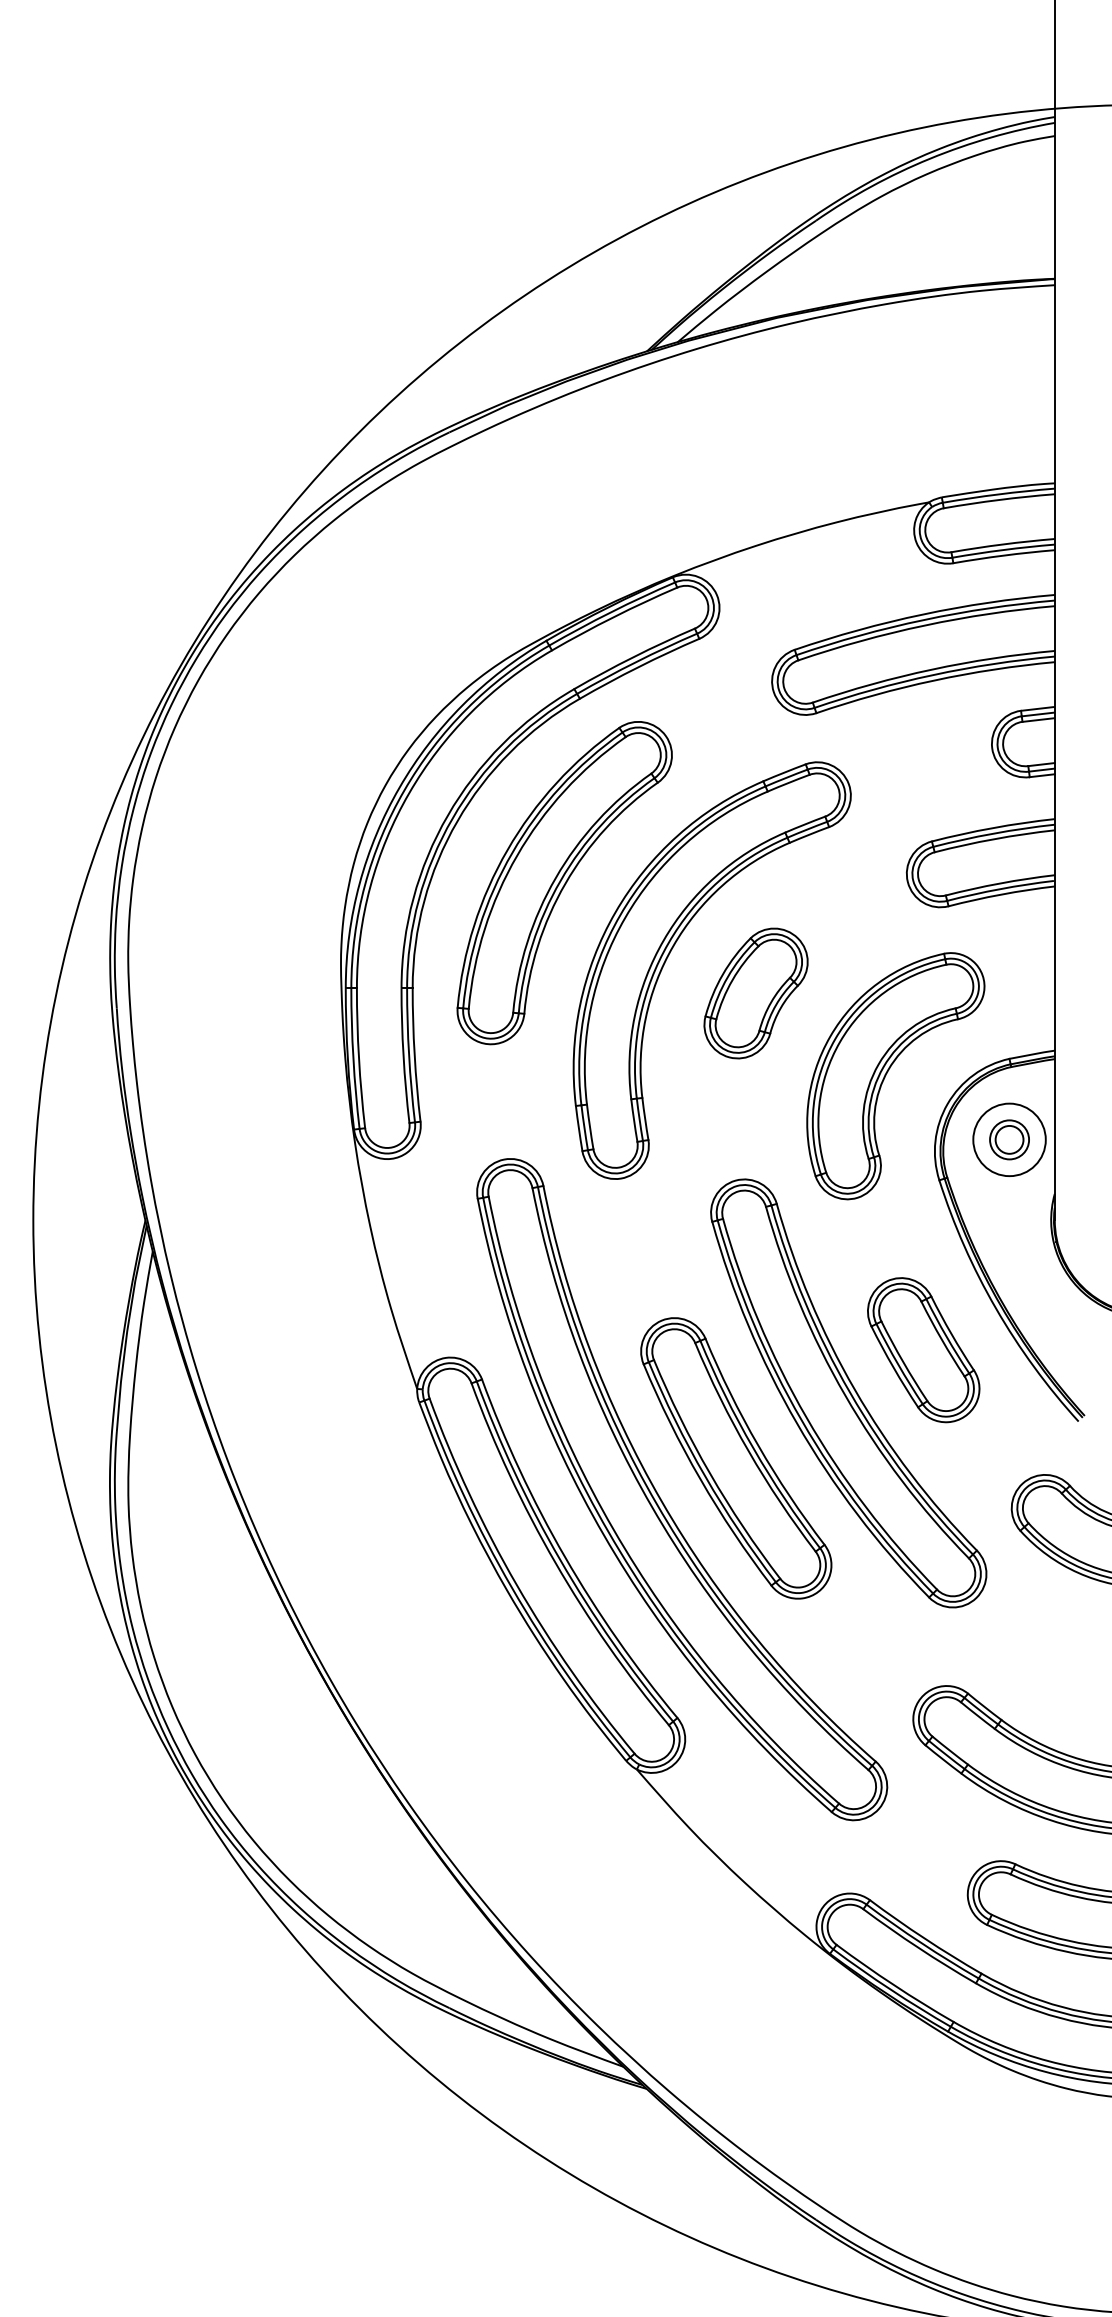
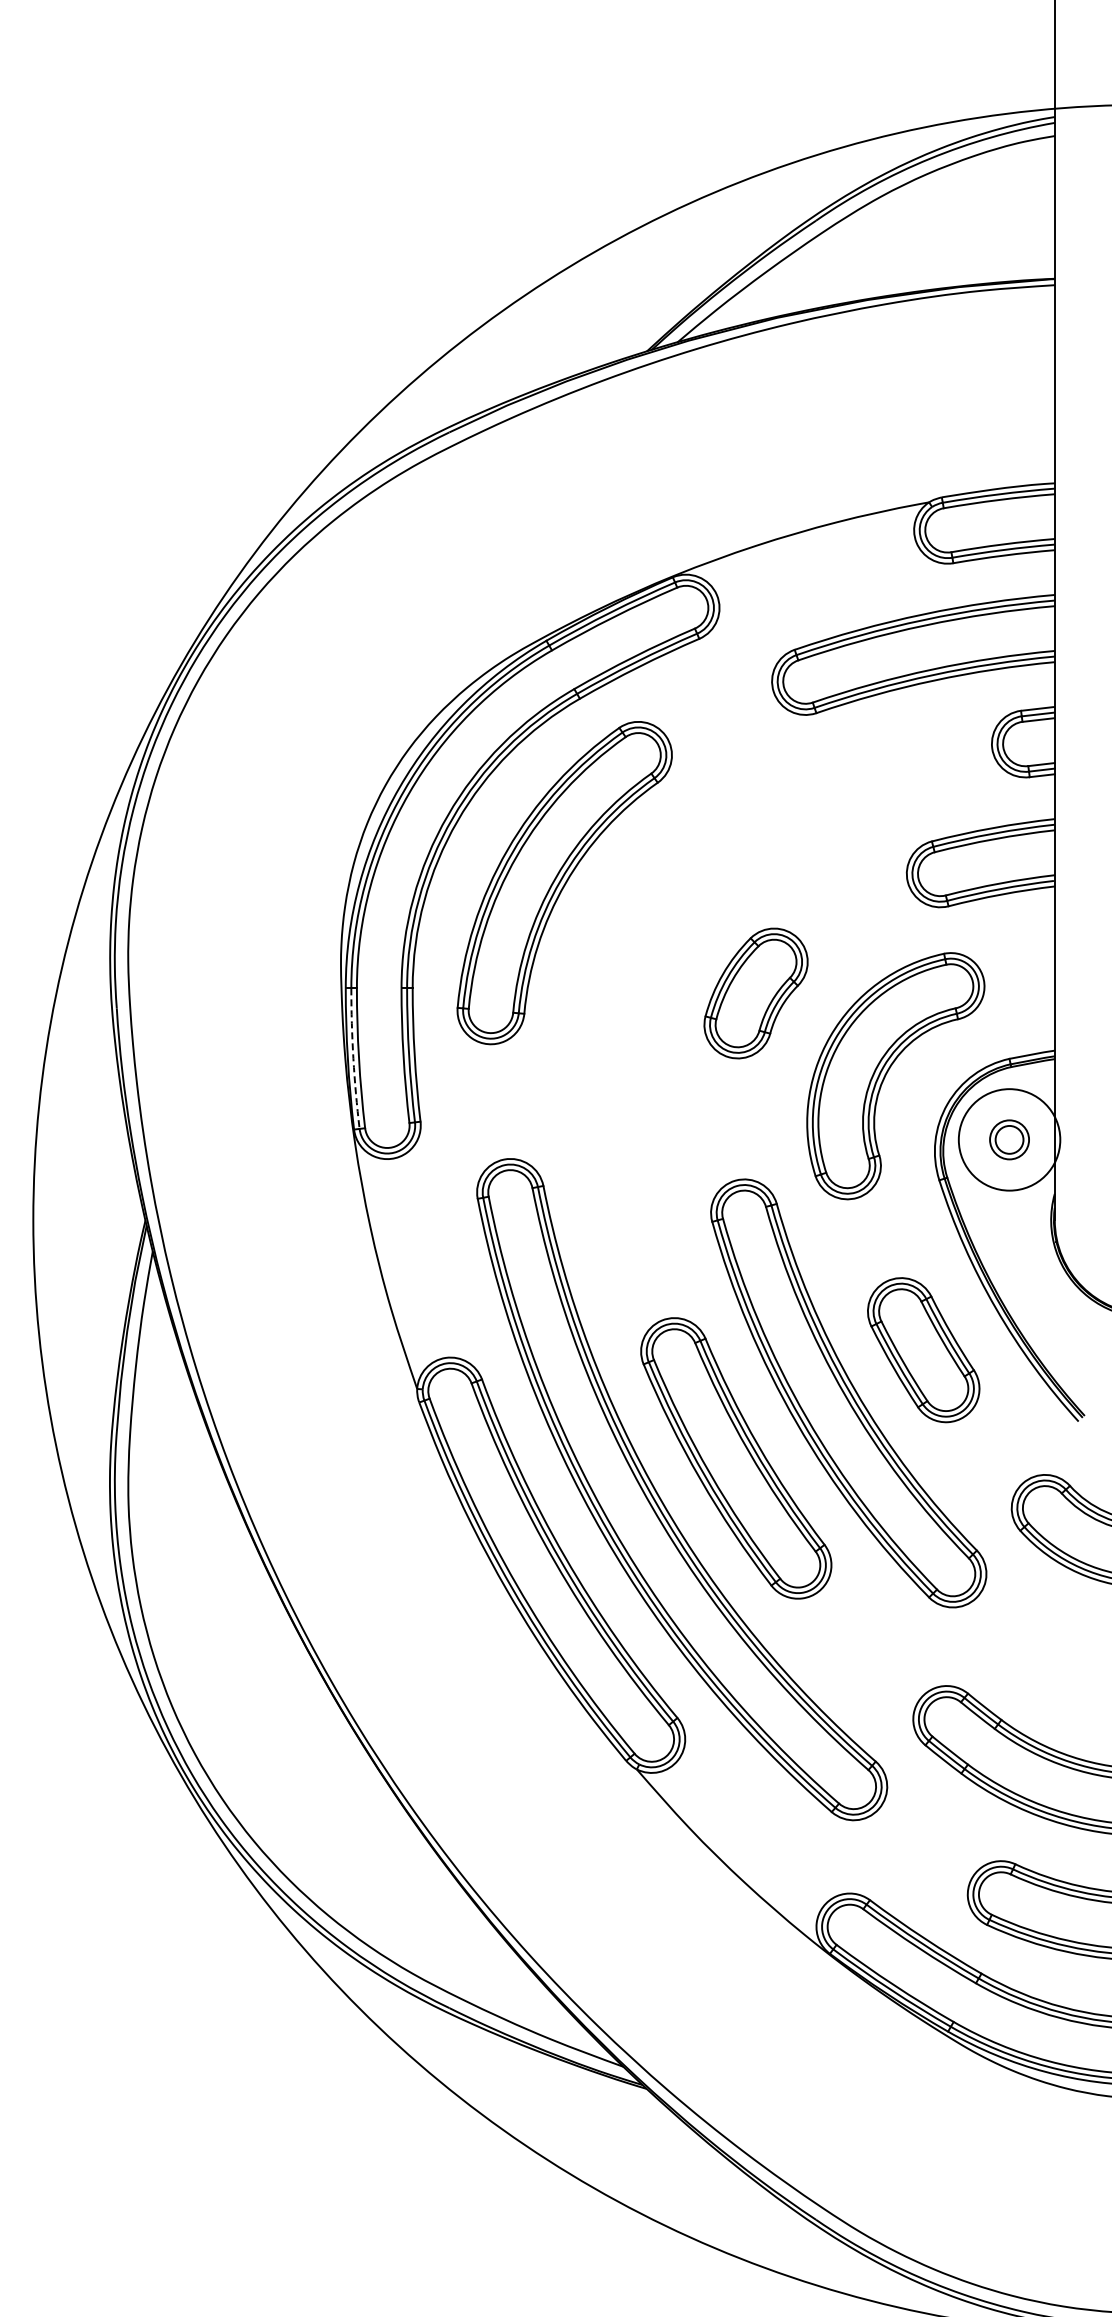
part at (673, 948): present -> none
arc at (353, 1058): solid -> dashed
circle at (1009, 1139) diameter: 73 px -> 102 px
